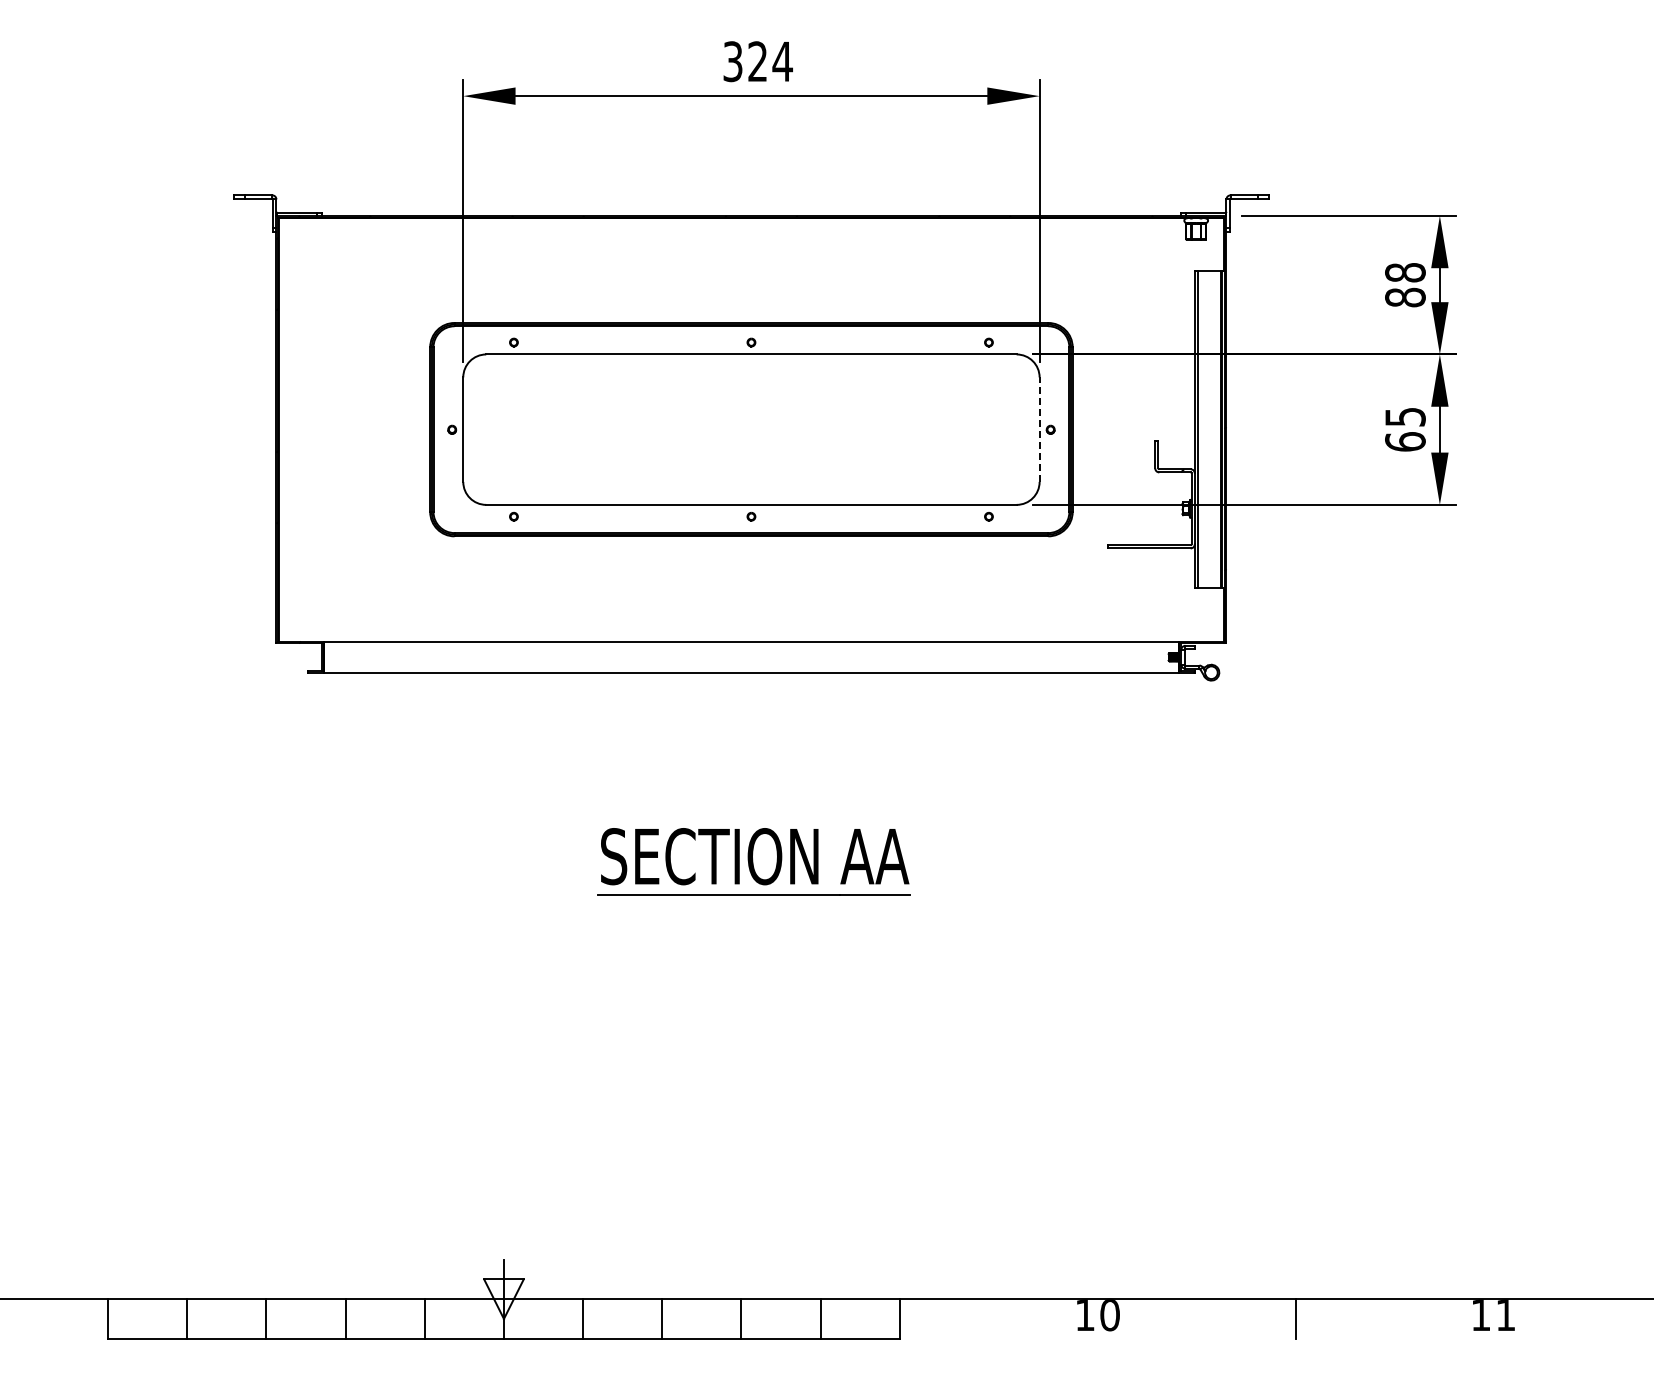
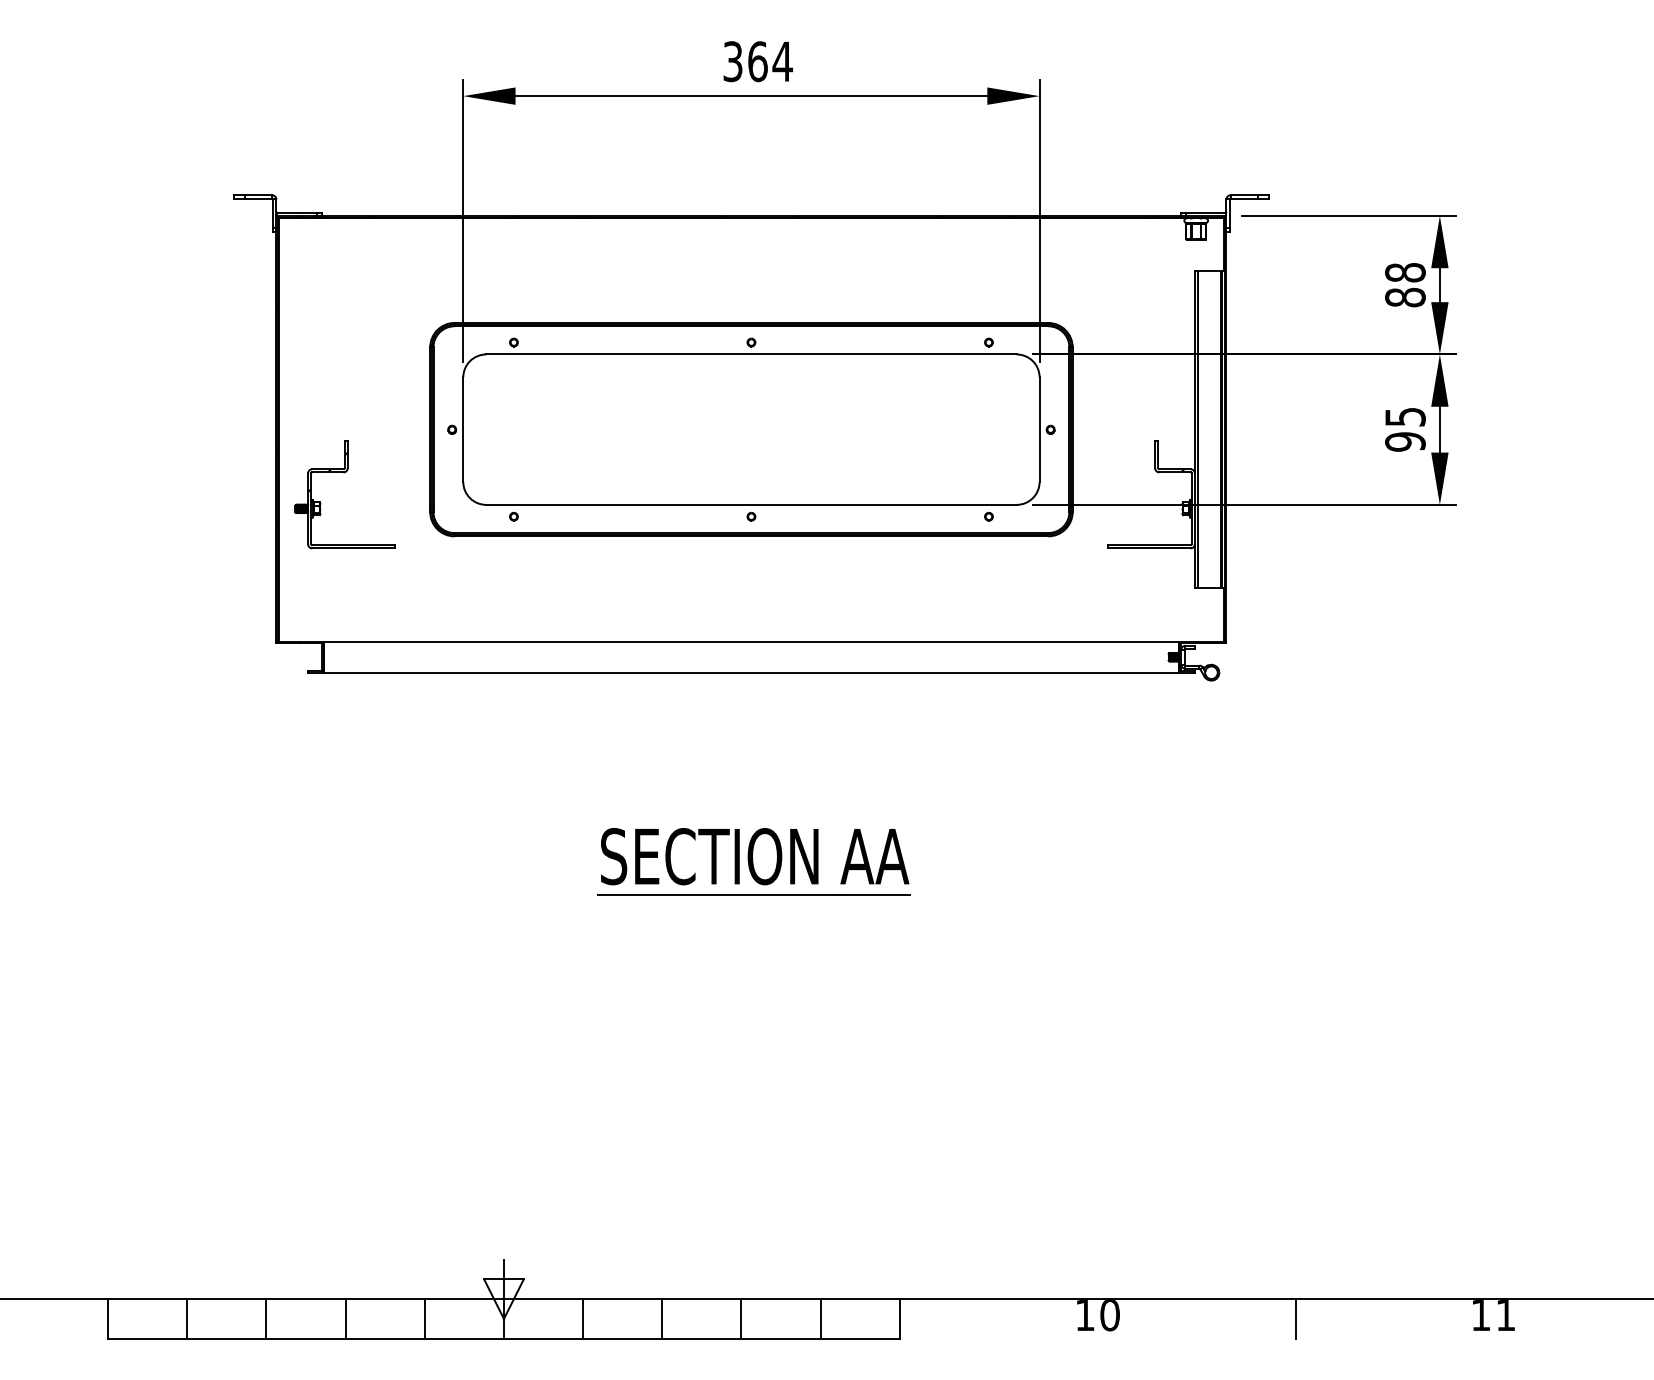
text at (757, 61): 324 -> 364
line at (1039, 429): dashed -> solid
text at (1405, 441): 65 -> 95
part at (344, 473): none -> present
